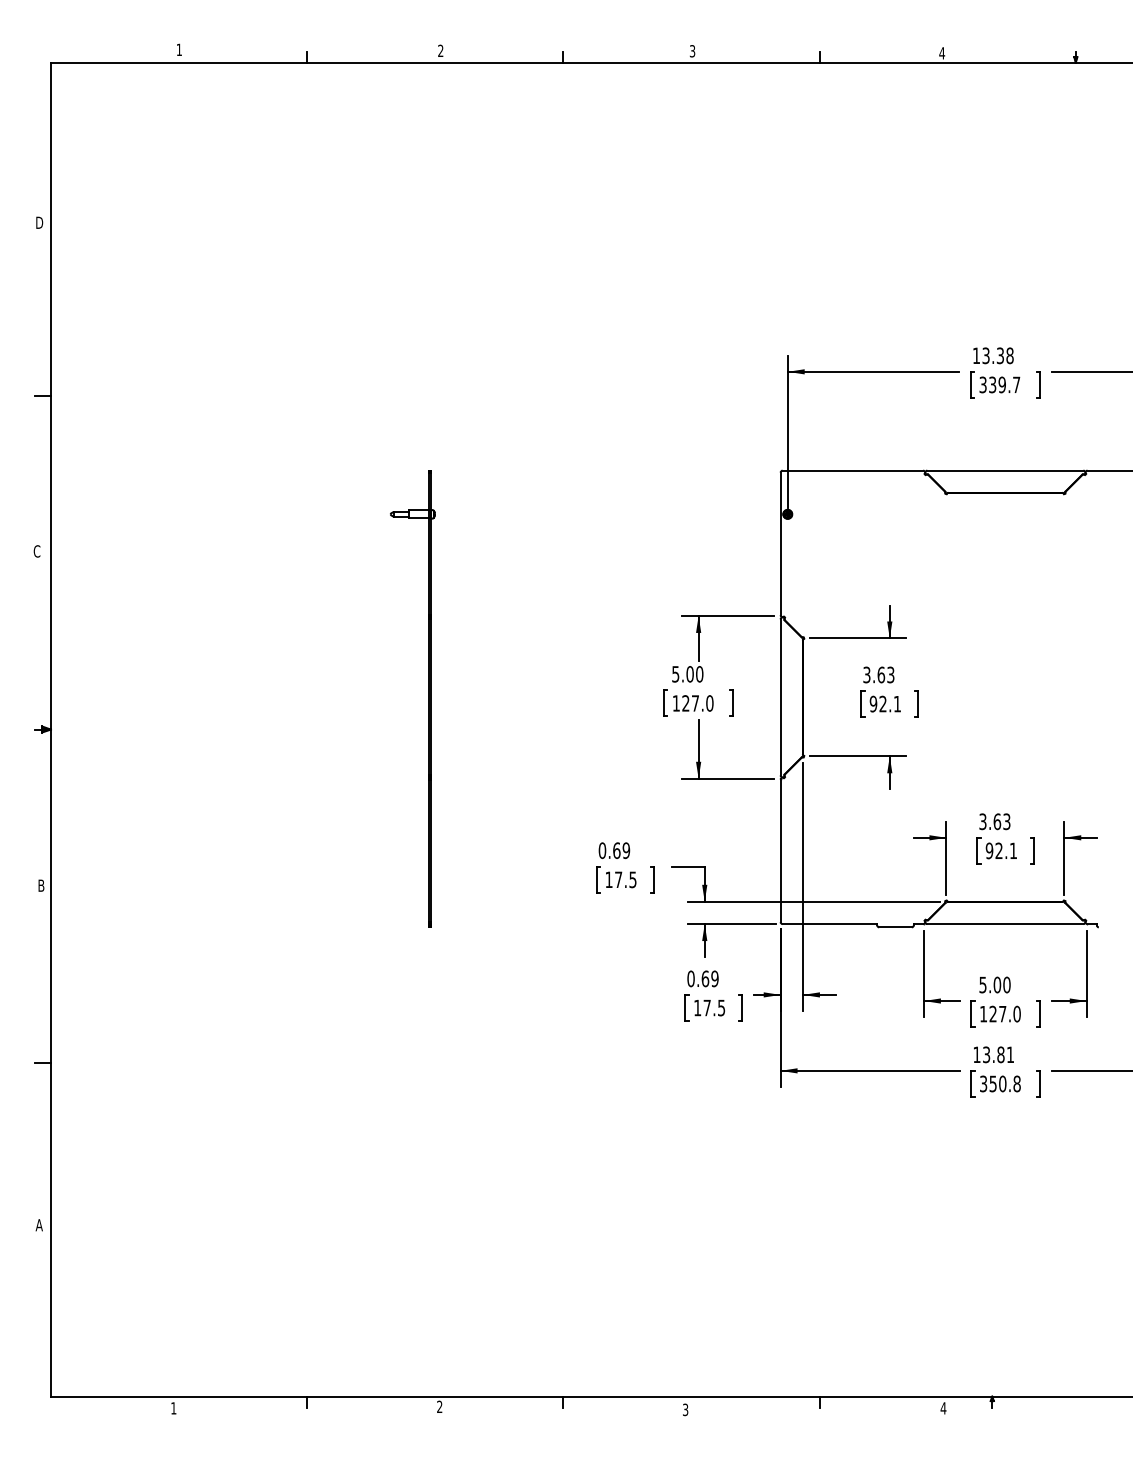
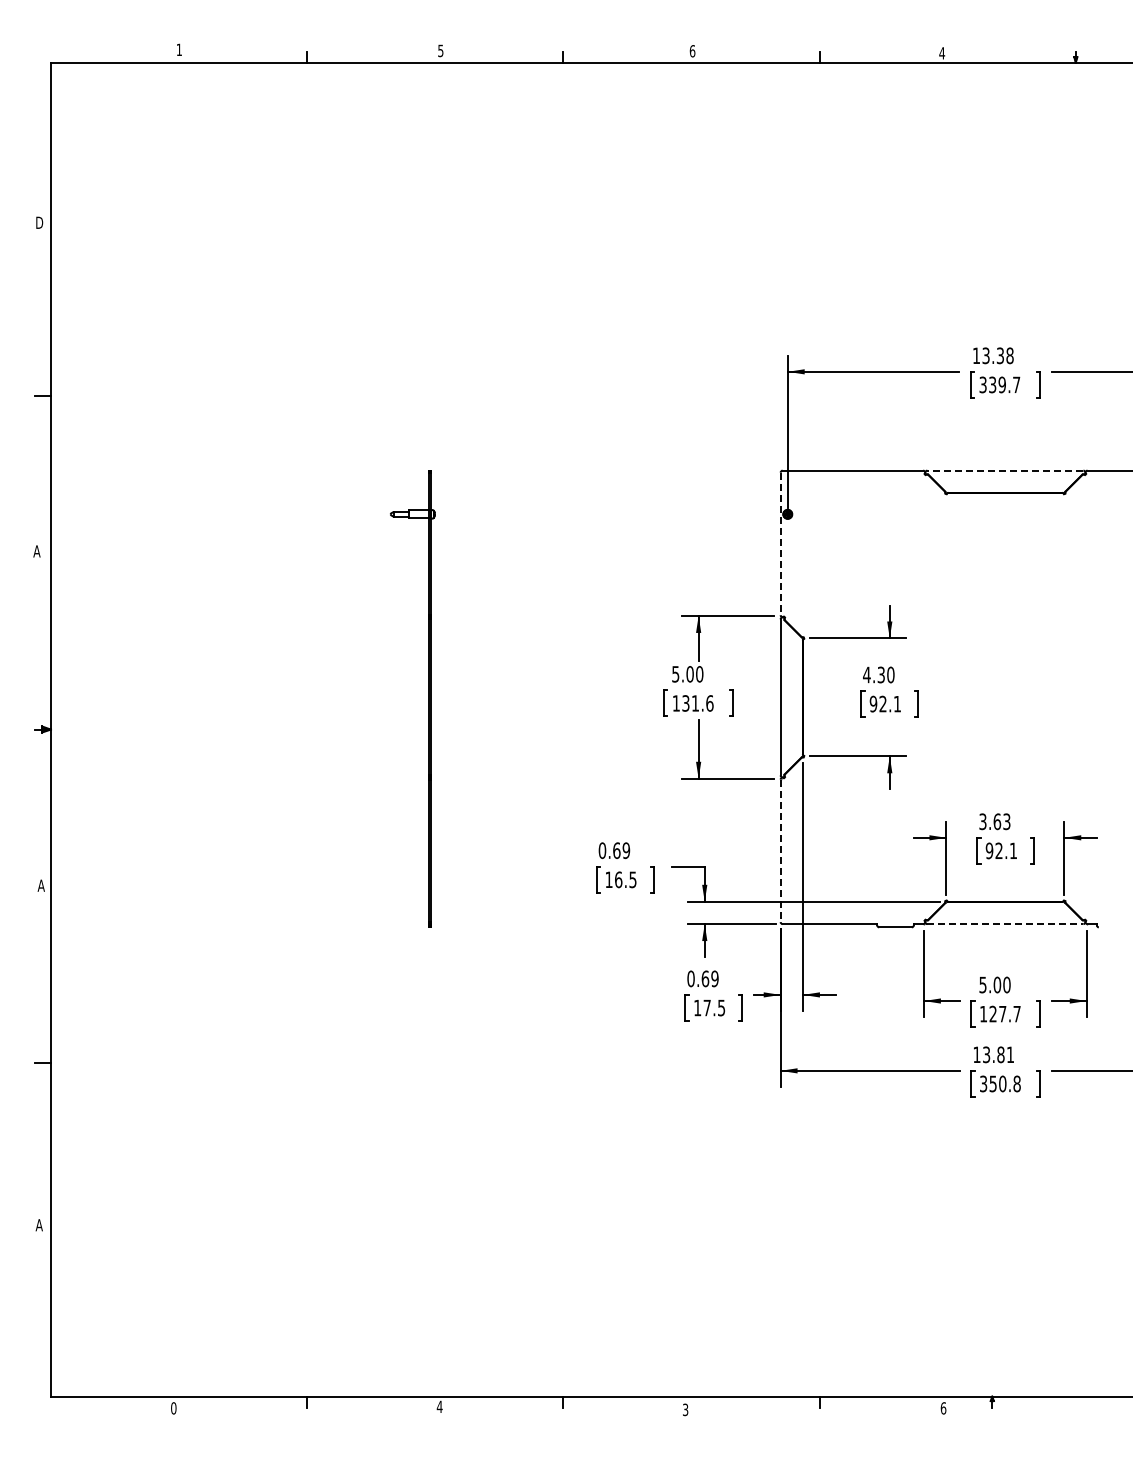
text at (440, 50): 2 -> 5
text at (692, 51): 3 -> 6
line at (1004, 470): solid -> dashed
line at (780, 544): solid -> dashed
text at (36, 551): C -> A
text at (878, 674): 3.63 -> 4.30
text at (697, 703): 127.0 -> 131.6
line at (780, 851): solid -> dashed
text at (618, 879): 17.5 -> 16.5
text at (40, 885): B -> A
line at (1005, 924): solid -> dashed
text at (1016, 1013): 127.0 -> 127.7
text at (439, 1406): 2 -> 4
text at (173, 1408): 1 -> 0
text at (943, 1408): 4 -> 6
